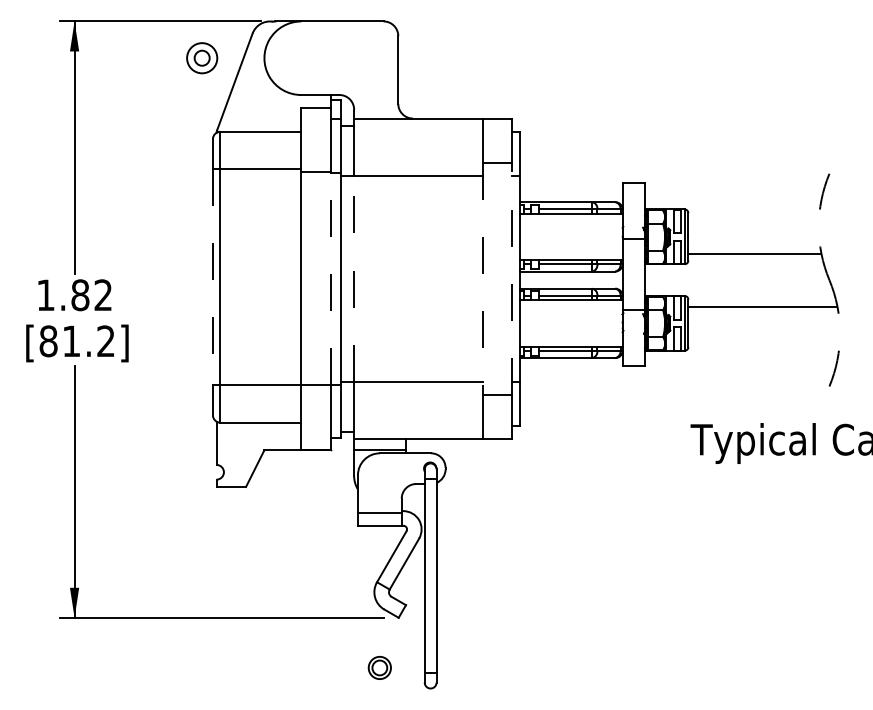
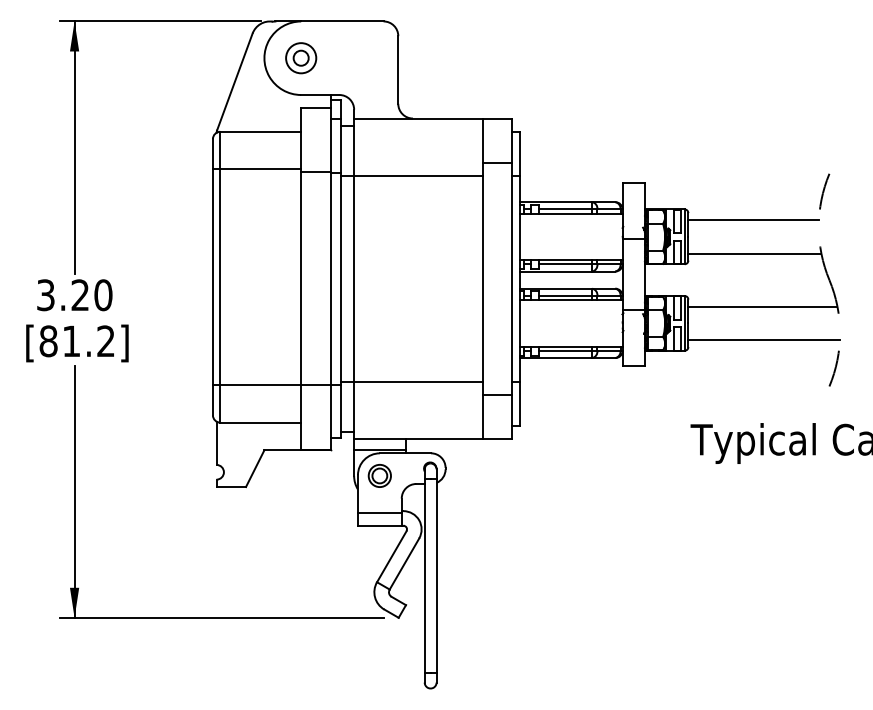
part at (202, 58) position: (202, 58) -> (301, 58)
line at (753, 220): none -> present
line at (212, 277): dashed -> solid
line at (330, 278): dashed -> solid
line at (354, 278): dashed -> solid
line at (512, 278): dashed -> solid
line at (482, 279): dashed -> solid
text at (74, 295): 1.82 -> 3.20
line at (763, 340): none -> present
part at (379, 667) position: (379, 667) -> (379, 475)
